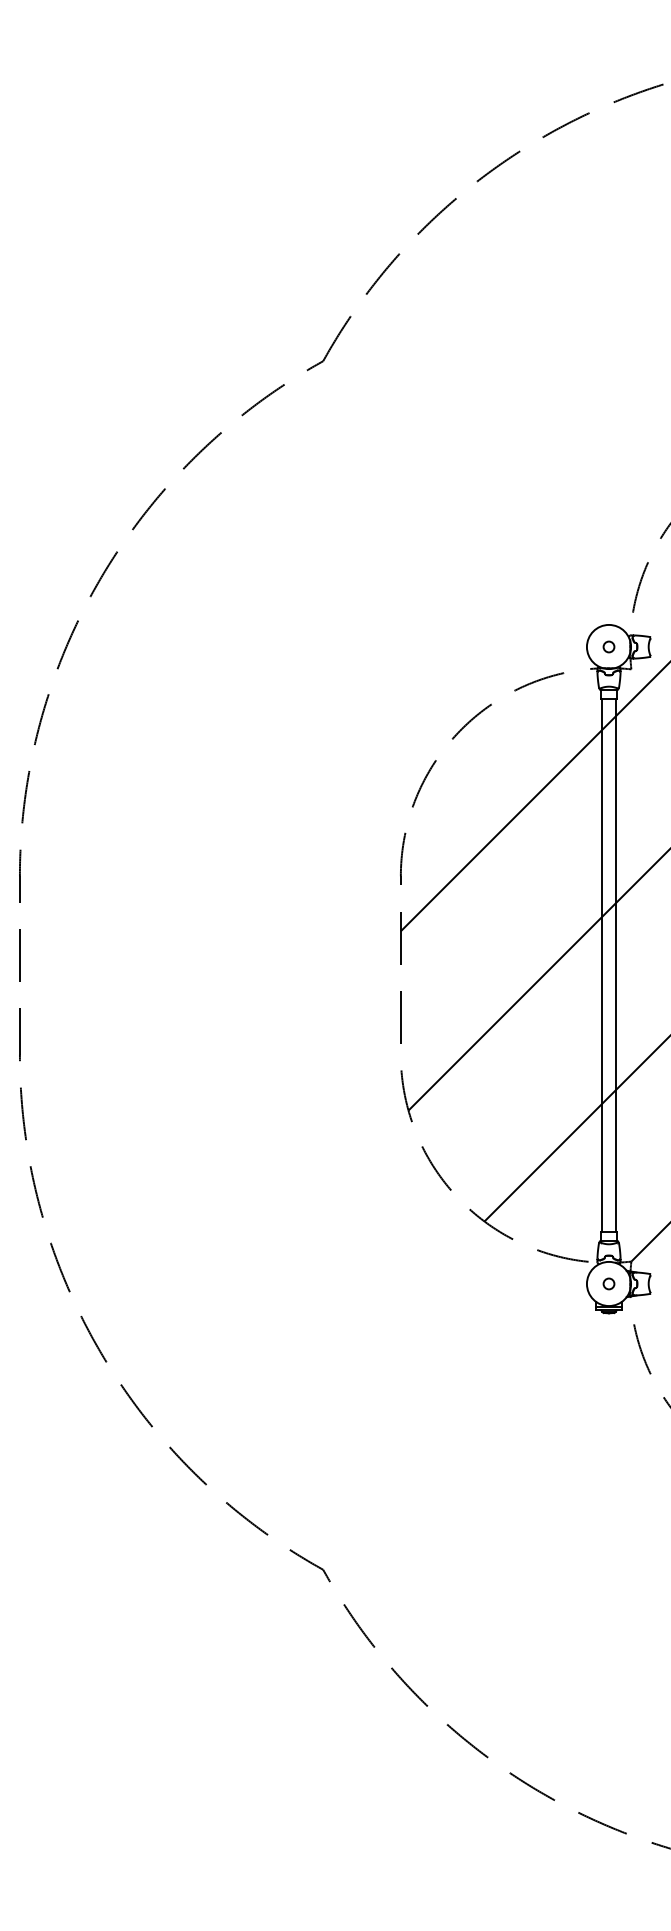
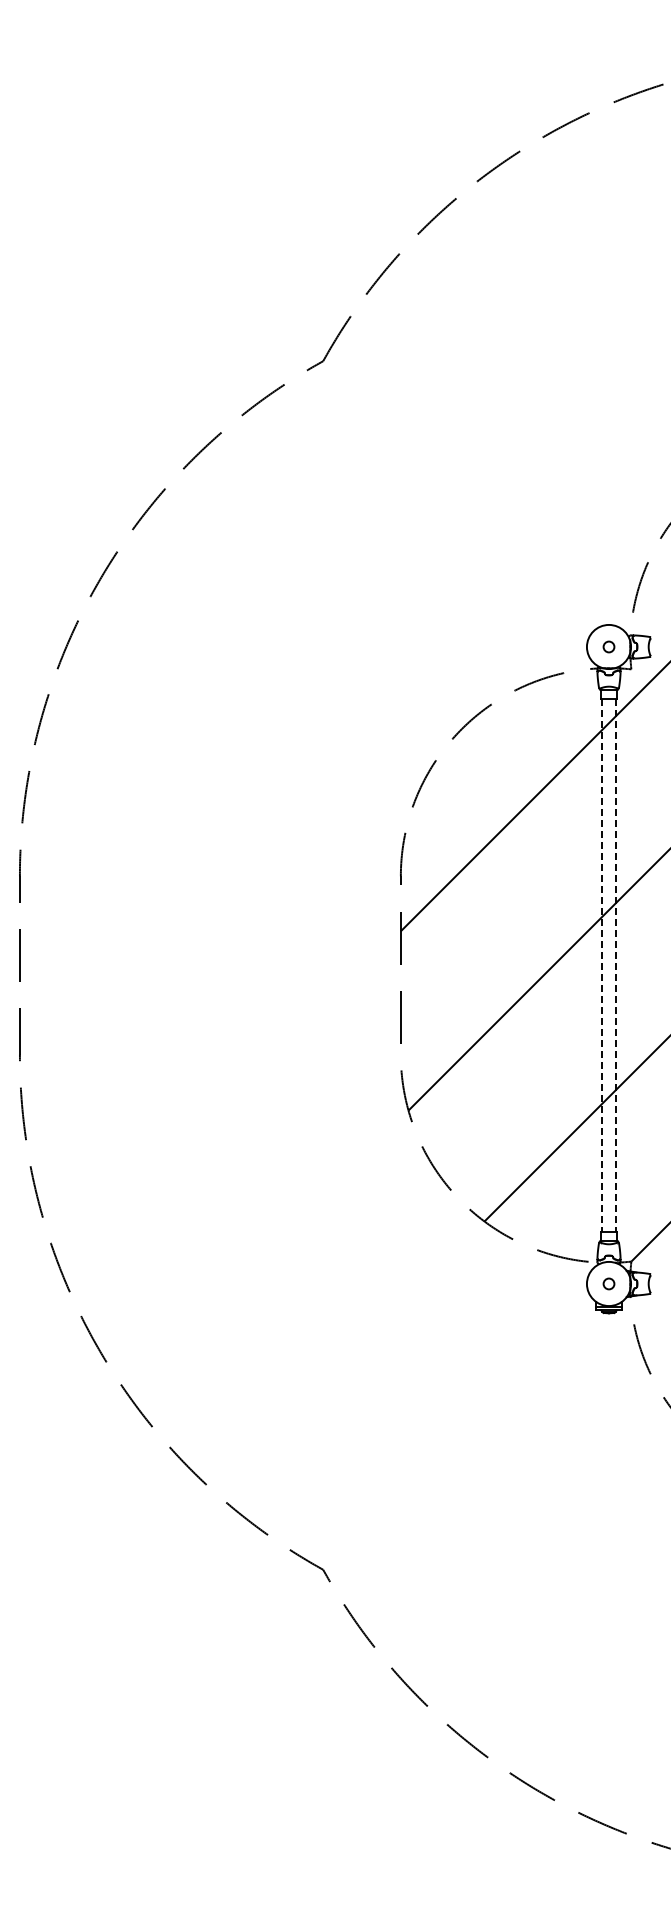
line at (602, 965): solid -> dashed
line at (615, 965): solid -> dashed
